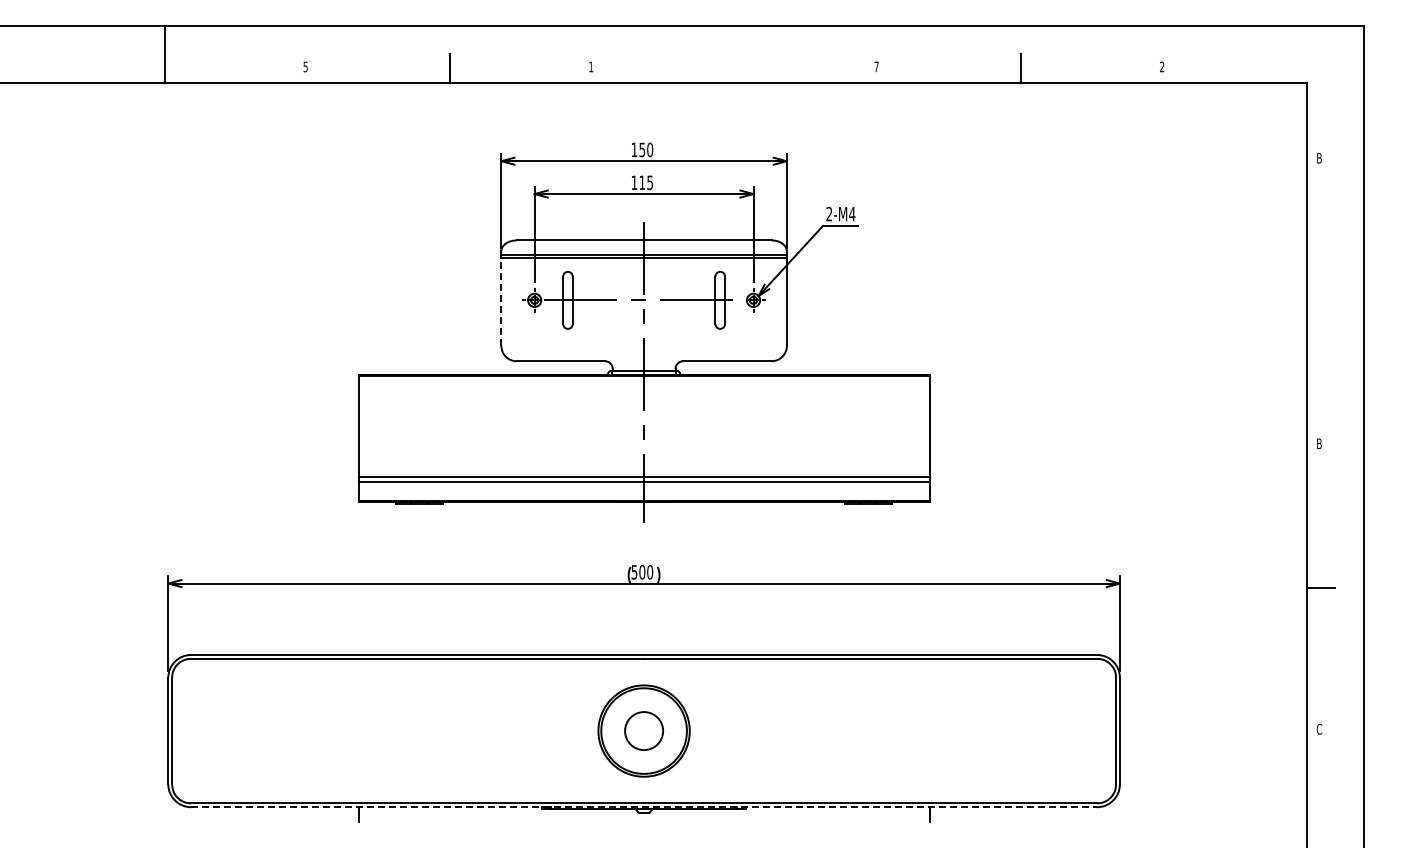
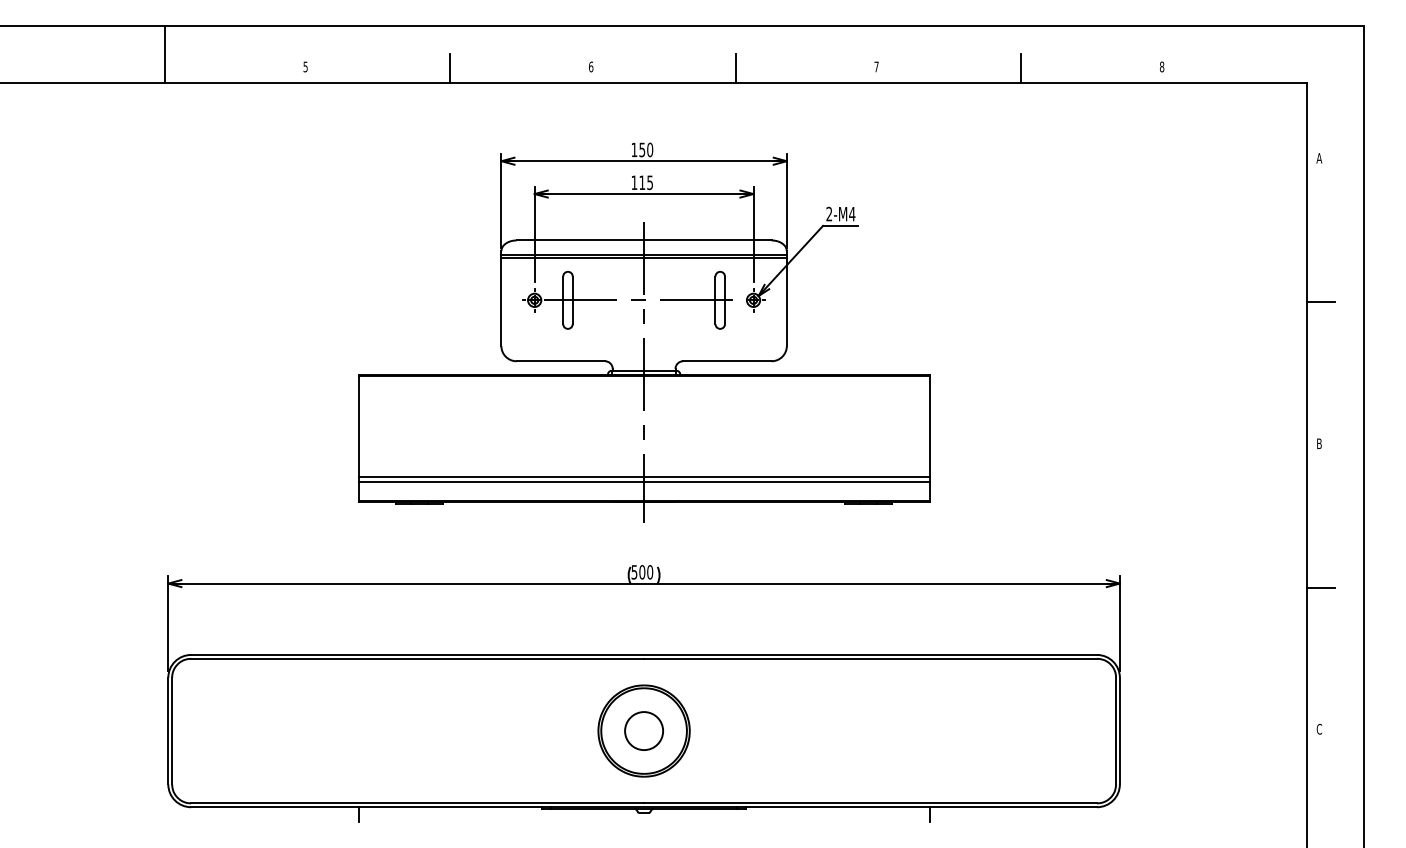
text at (591, 66): 1 -> 6
text at (1161, 66): 2 -> 8
line at (735, 68): none -> present
text at (1319, 158): B -> A
line at (501, 302): dashed -> solid
line at (1320, 302): none -> present
line at (644, 807): dashed -> solid
